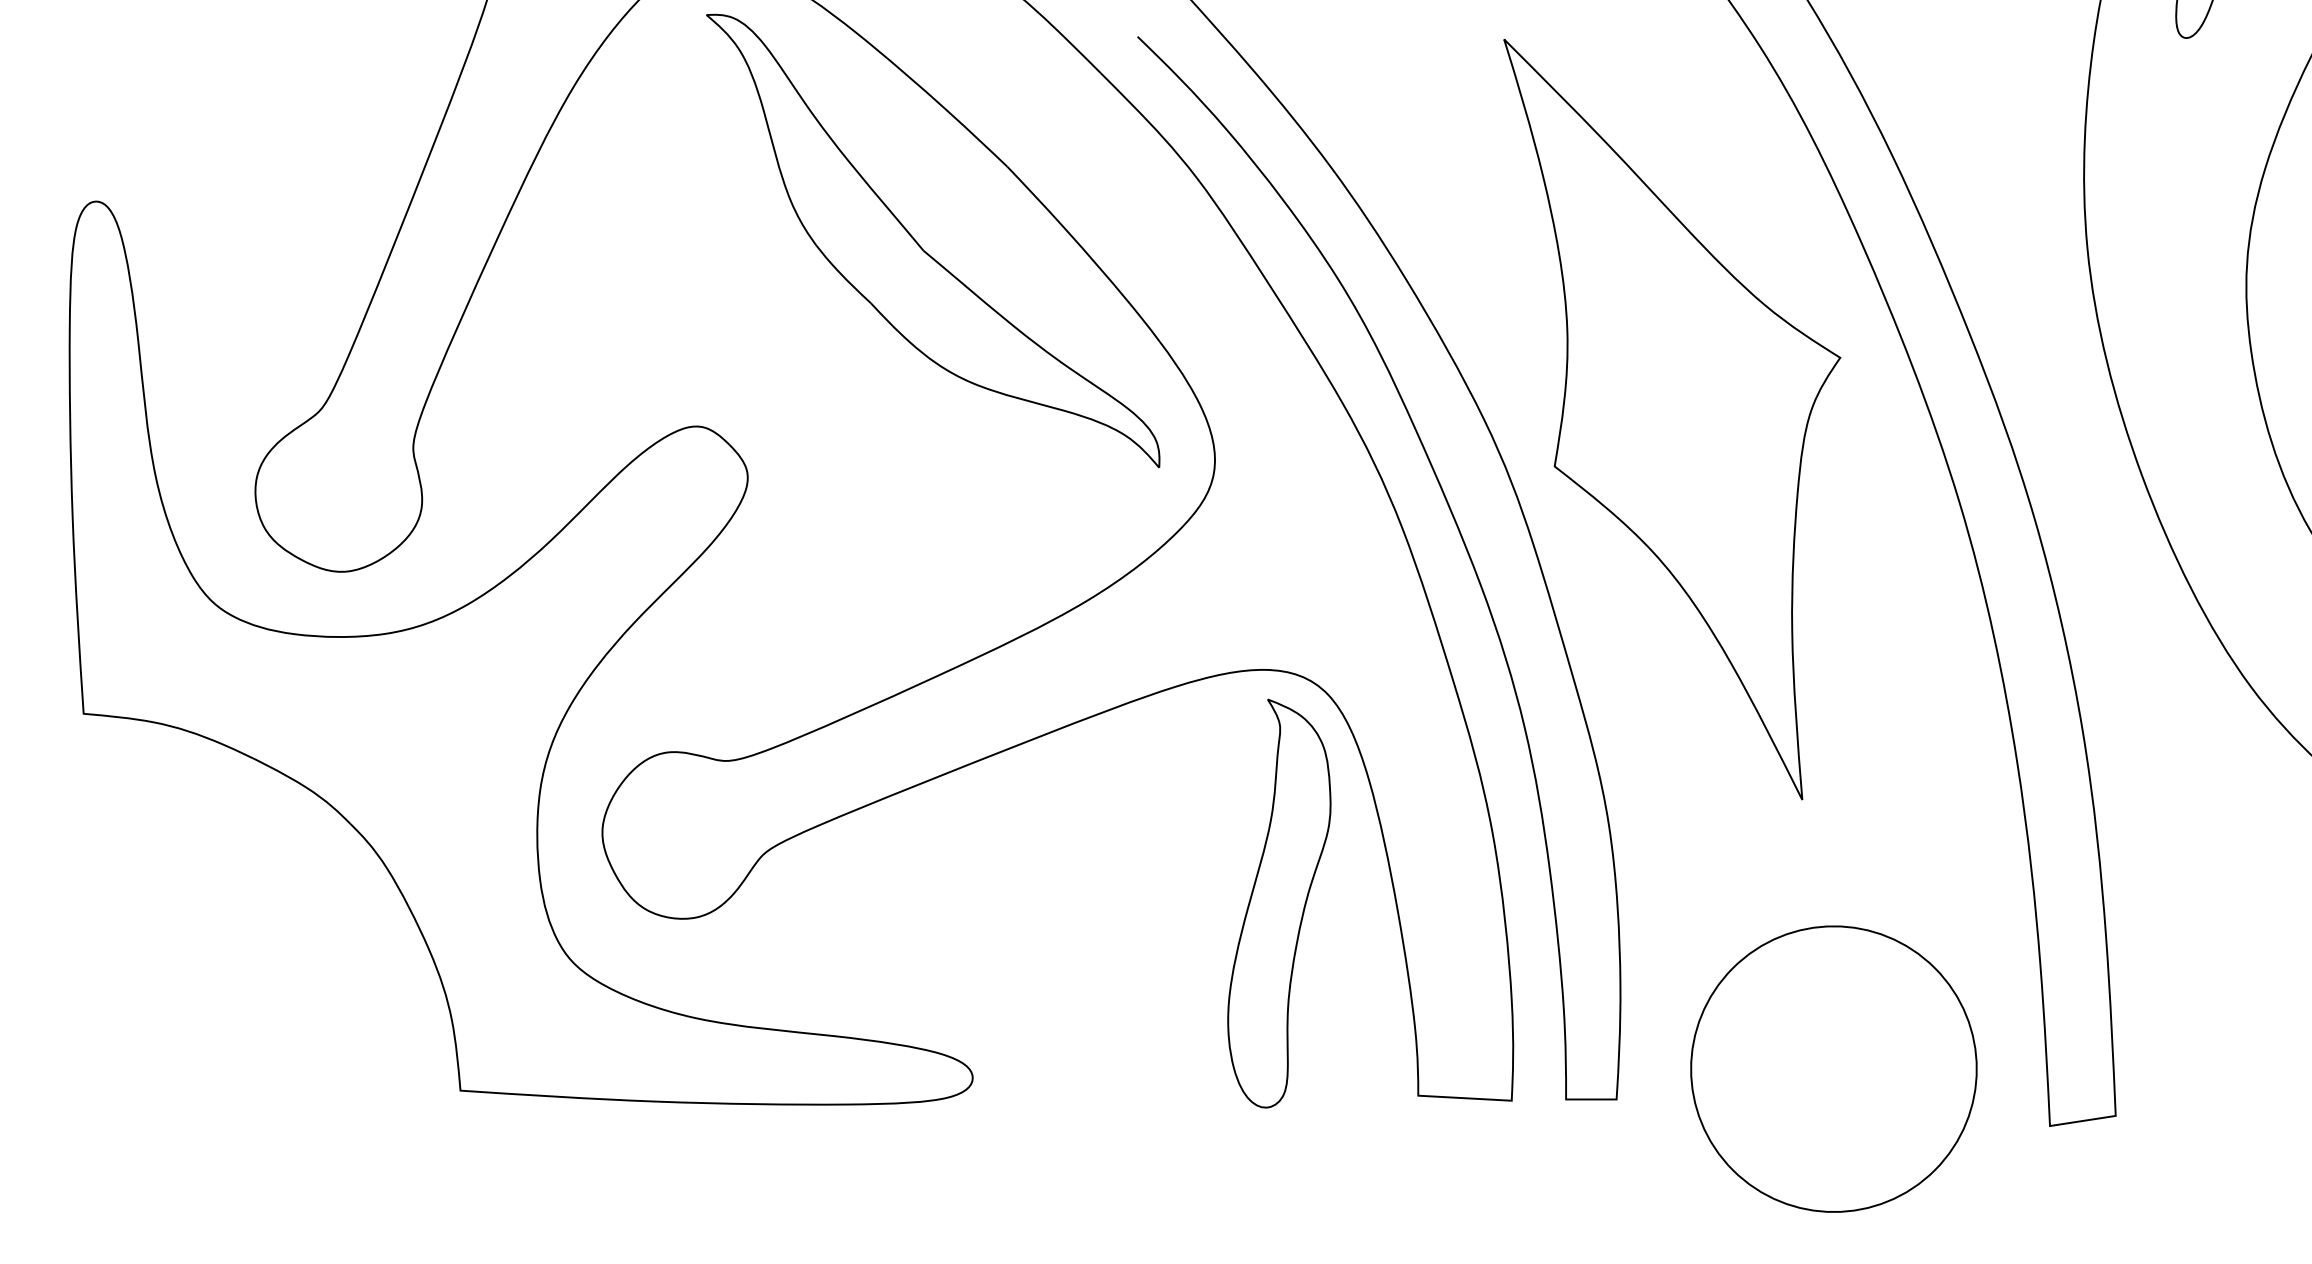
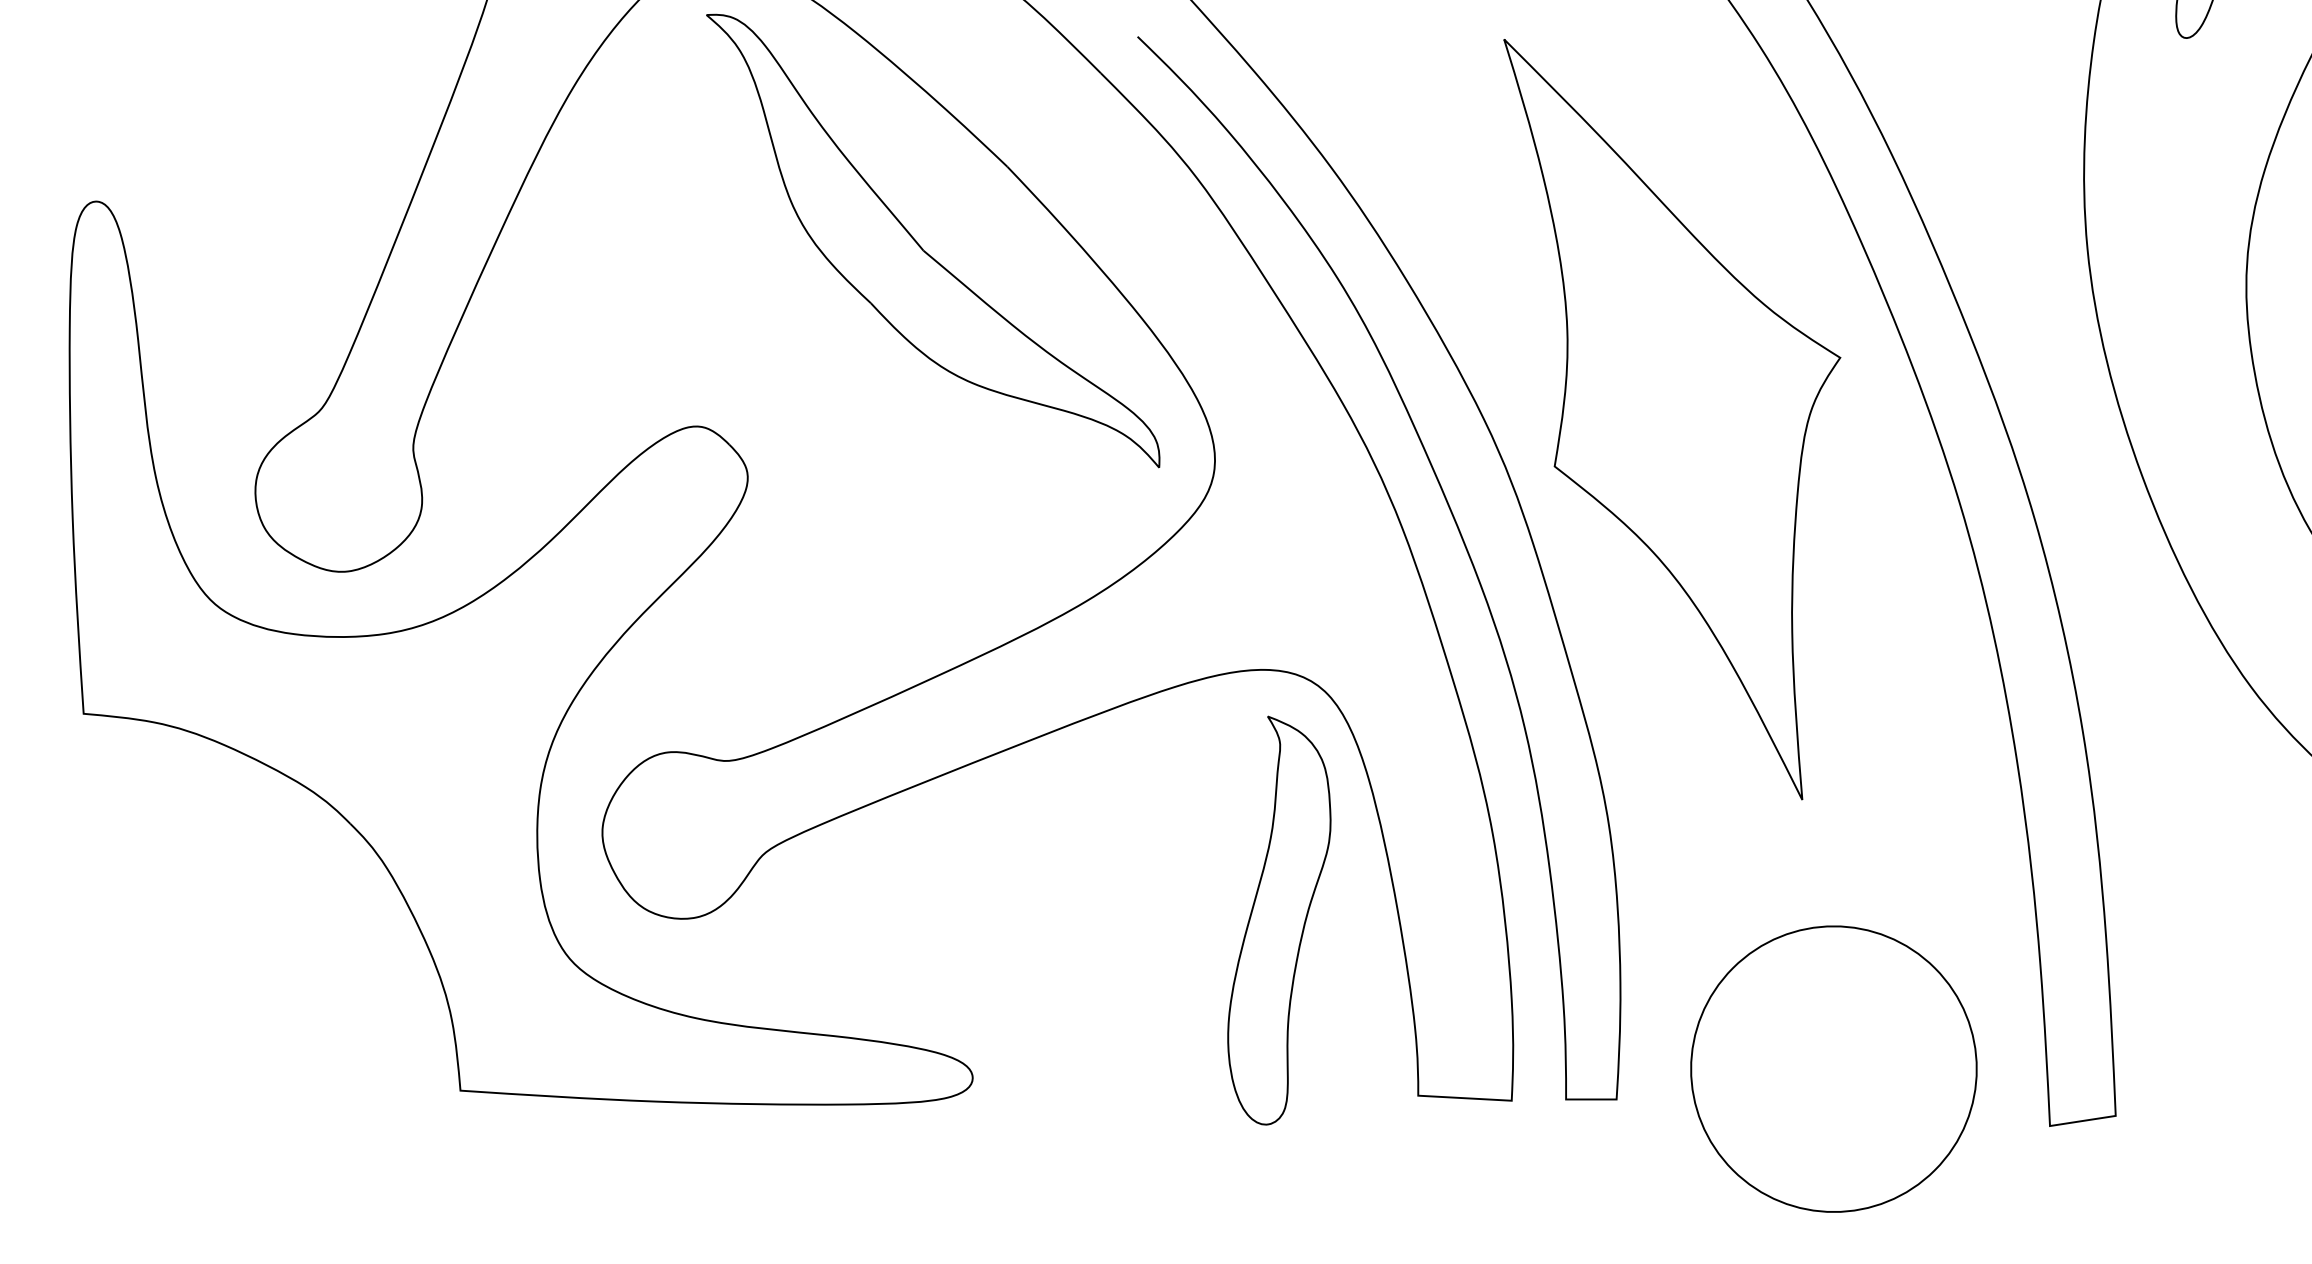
part at (1279, 903) position: (1279, 903) -> (1279, 920)
